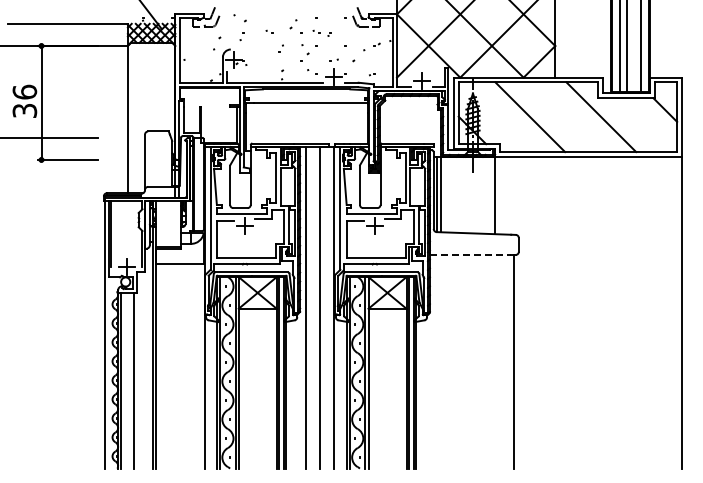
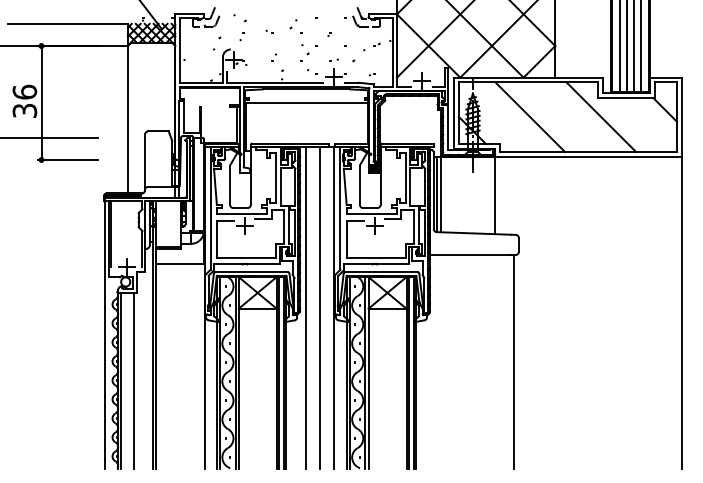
part at (316, 31): present -> none
line at (634, 46): none -> present
part at (280, 48) position: (280, 48) -> (273, 57)
line at (470, 254): dashed -> solid
